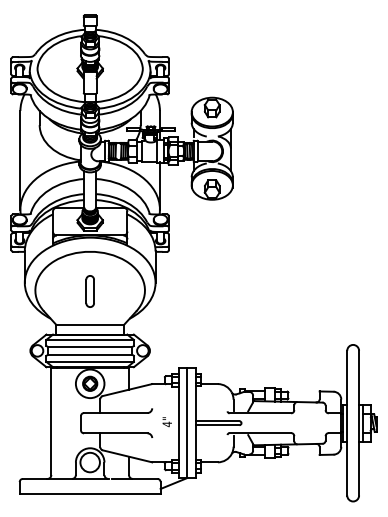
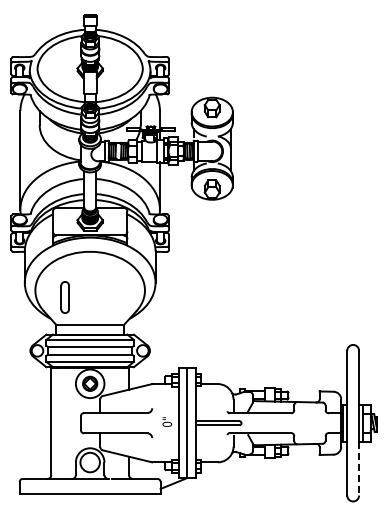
part at (89, 291) position: (89, 291) -> (64, 297)
text at (167, 424): 4" -> 0"
line at (359, 468): solid -> dashed
